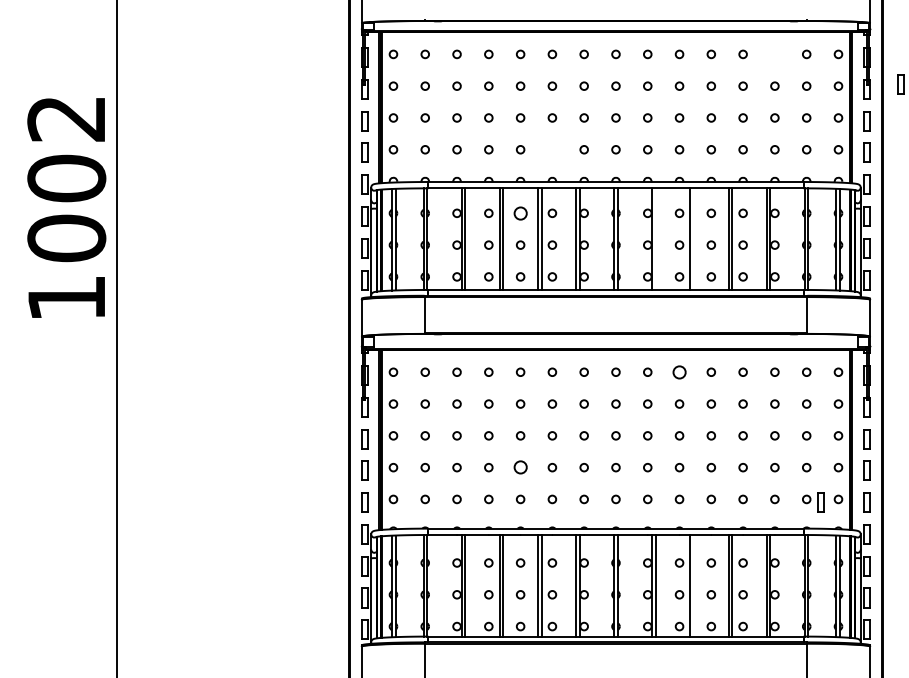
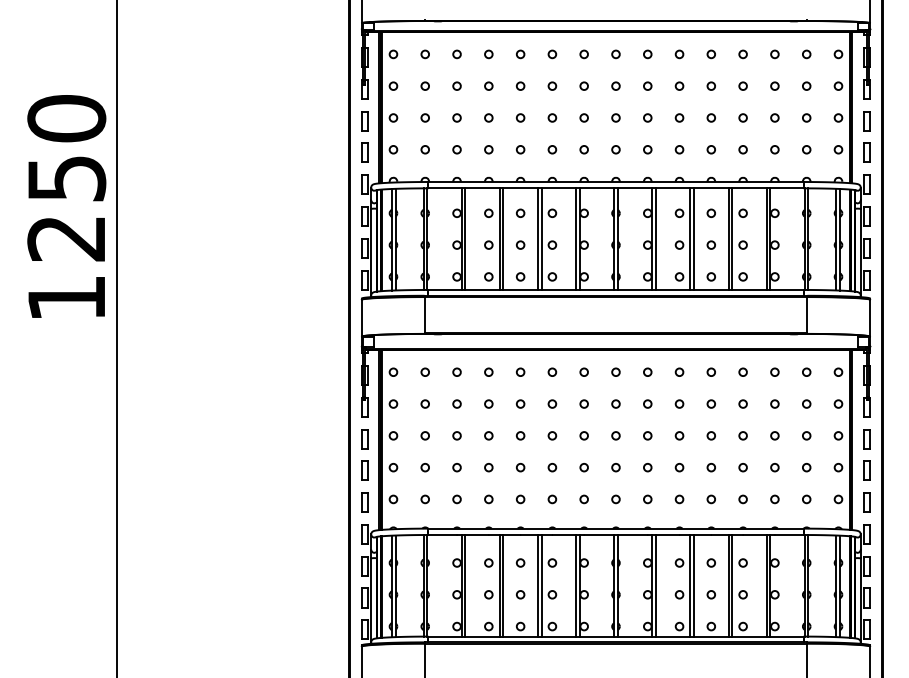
circle at (774, 54): none -> present
part at (900, 84): present -> none
circle at (552, 149): none -> present
text at (66, 178): 1002 -> 1250
circle at (520, 213) size: 15x15 px -> 11x10 px
line at (656, 238): none -> present
line at (694, 238): none -> present
circle at (679, 372) size: 15x15 px -> 11x10 px
circle at (520, 467) size: 15x15 px -> 11x10 px
part at (820, 502): present -> none
line at (694, 585): none -> present
